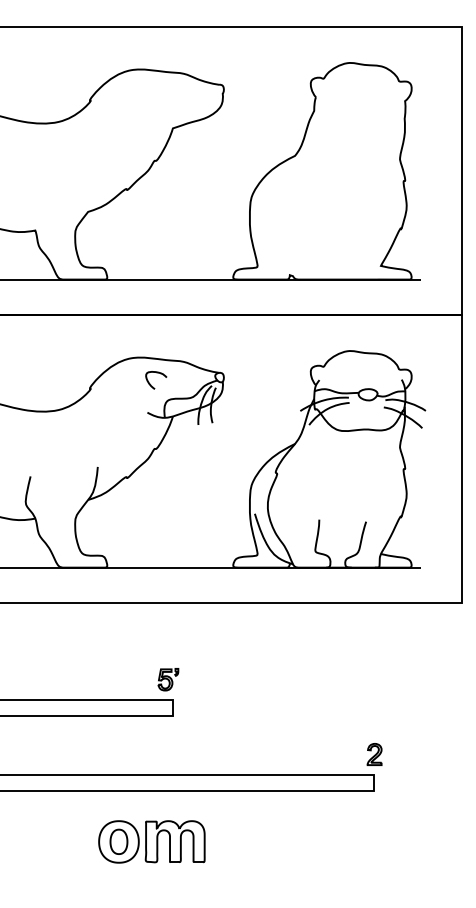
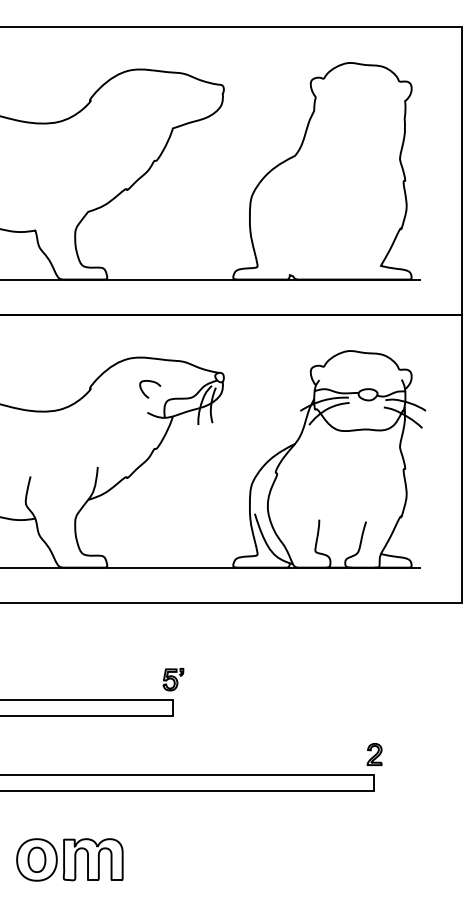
curve at (151, 384) position: (151, 384) -> (145, 393)
part at (168, 679) position: (168, 679) -> (173, 679)
part at (151, 841) position: (151, 841) -> (69, 859)
